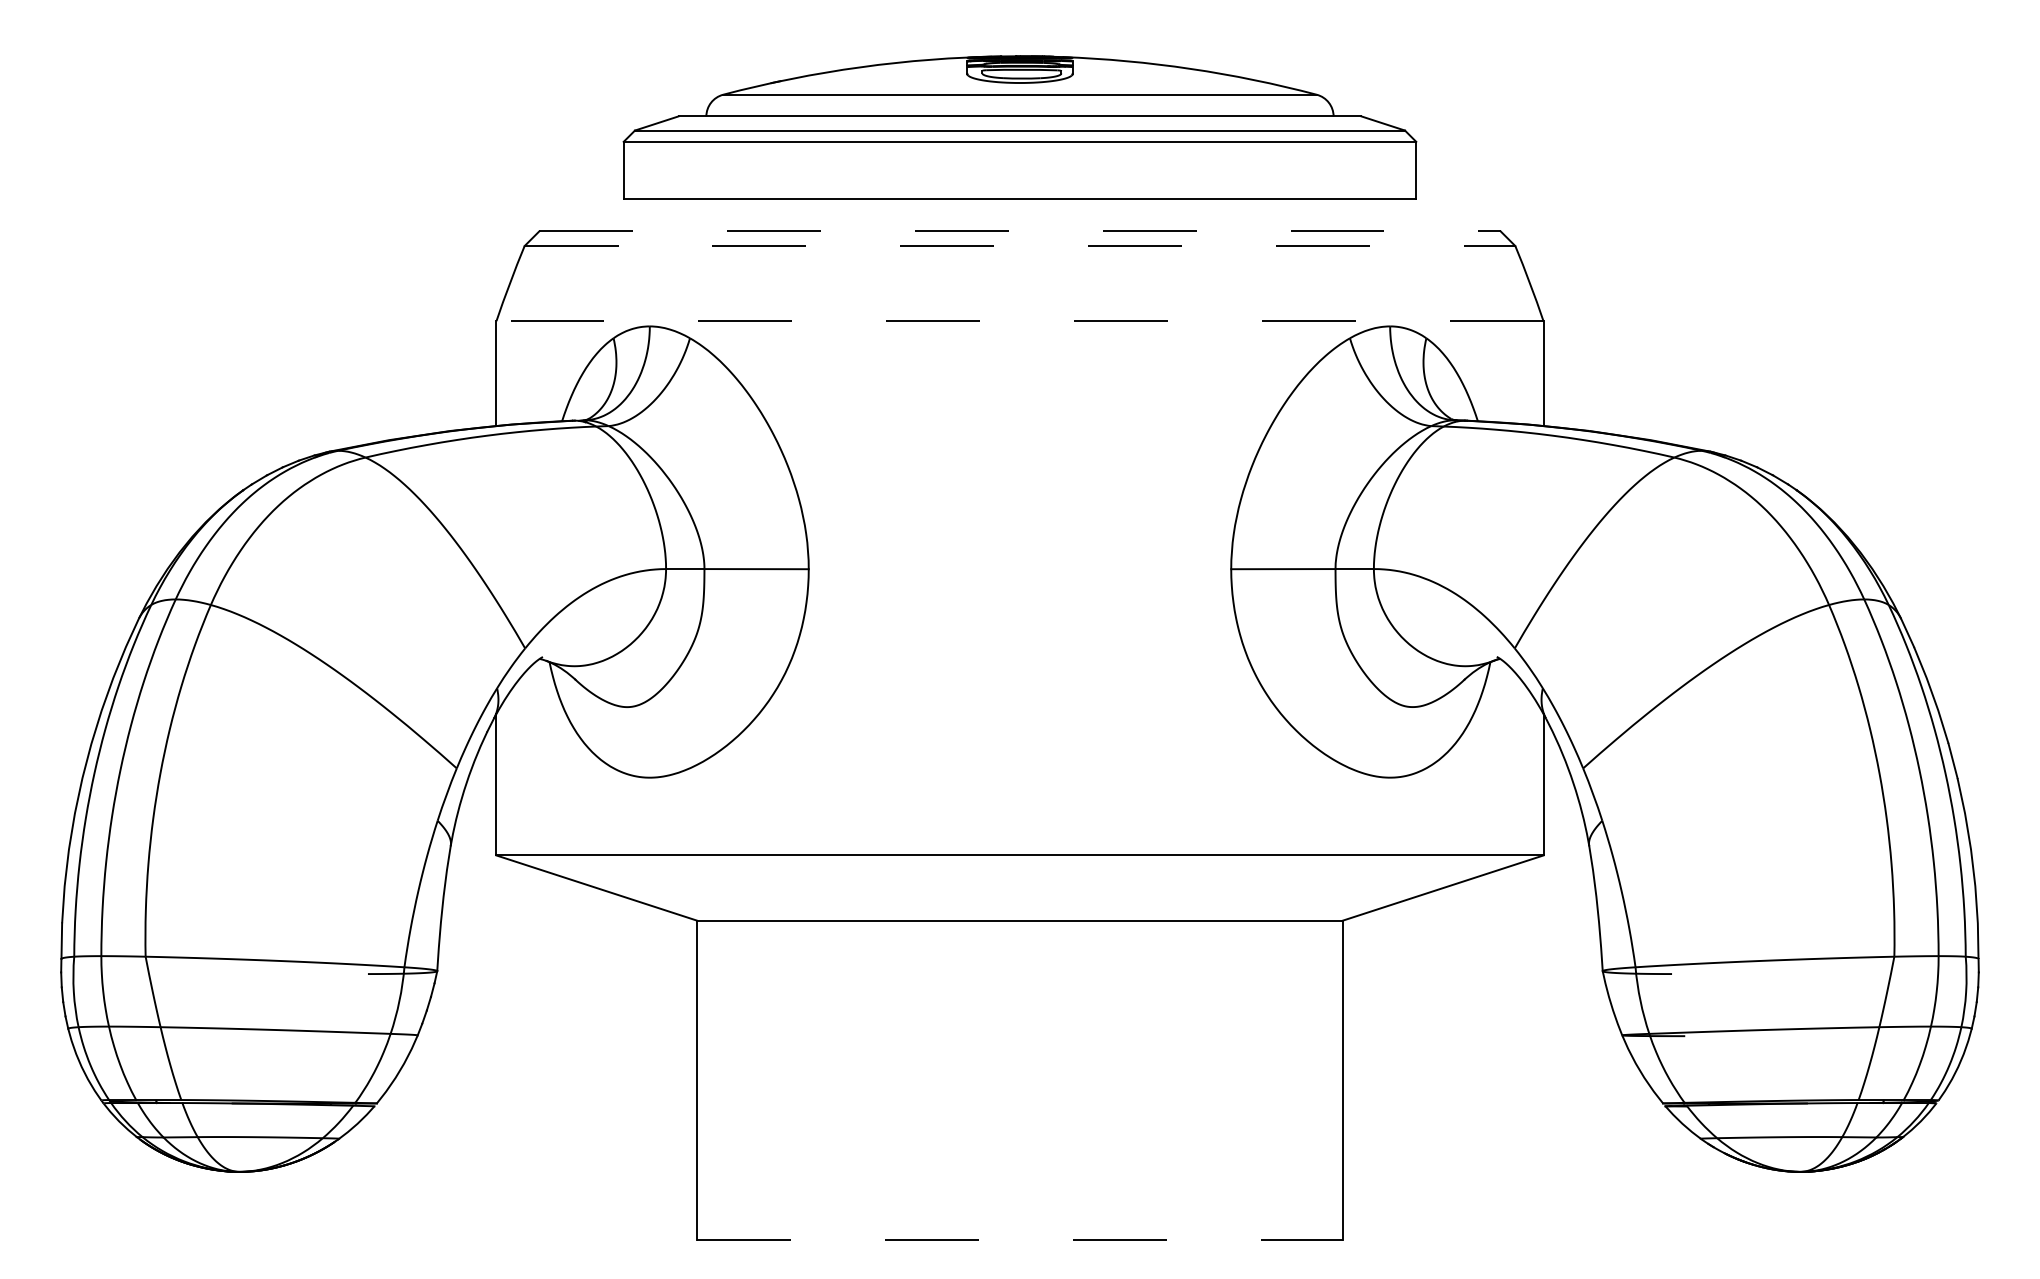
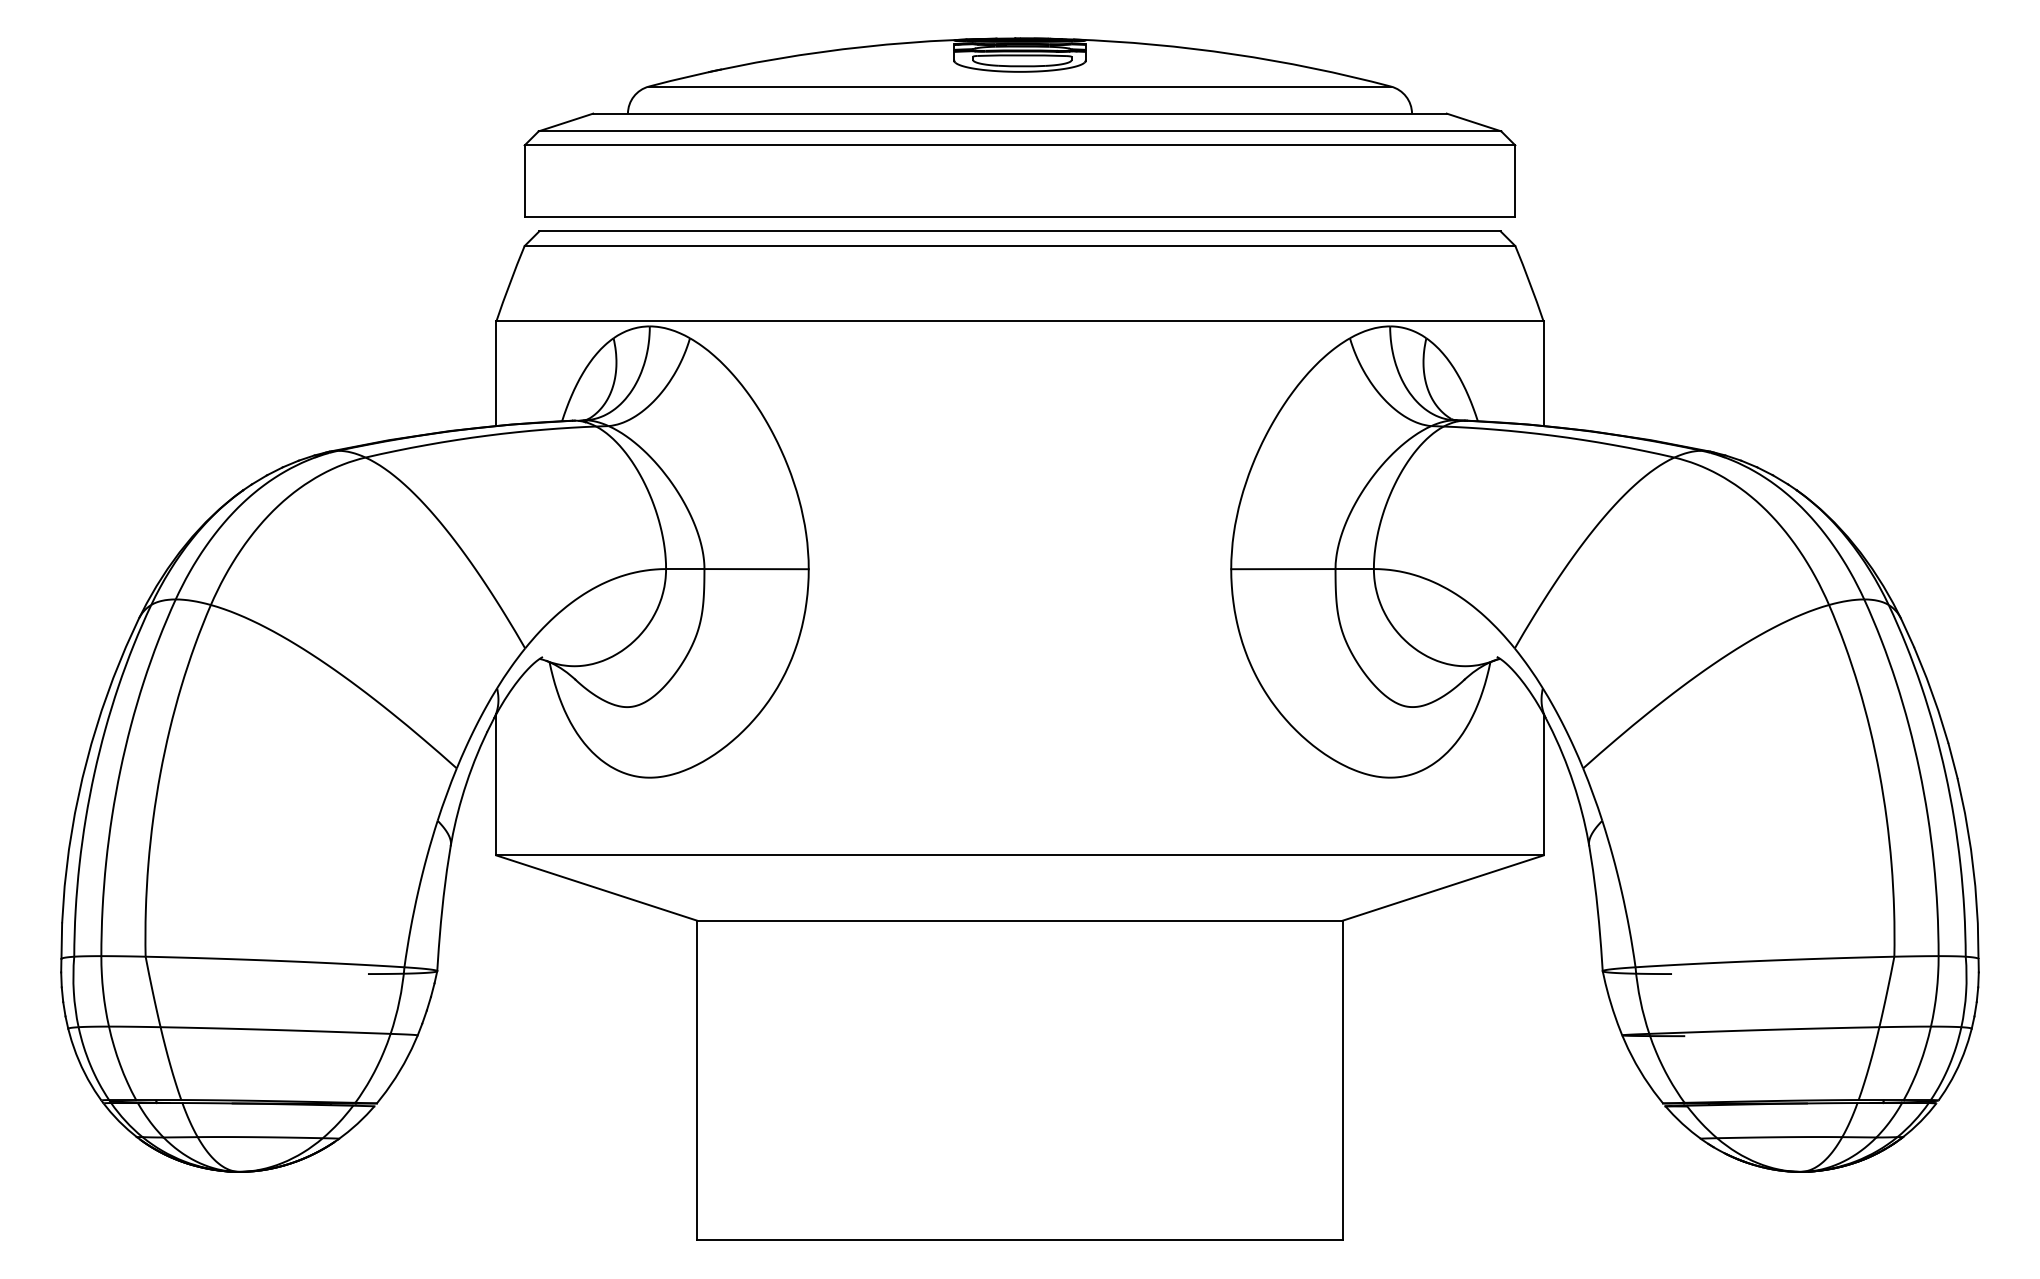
part at (1019, 127) size: 796x145 px -> 994x181 px
line at (1020, 231): dashed -> solid
line at (1020, 246): dashed -> solid
line at (1020, 321): dashed -> solid
line at (1020, 1240): dashed -> solid
